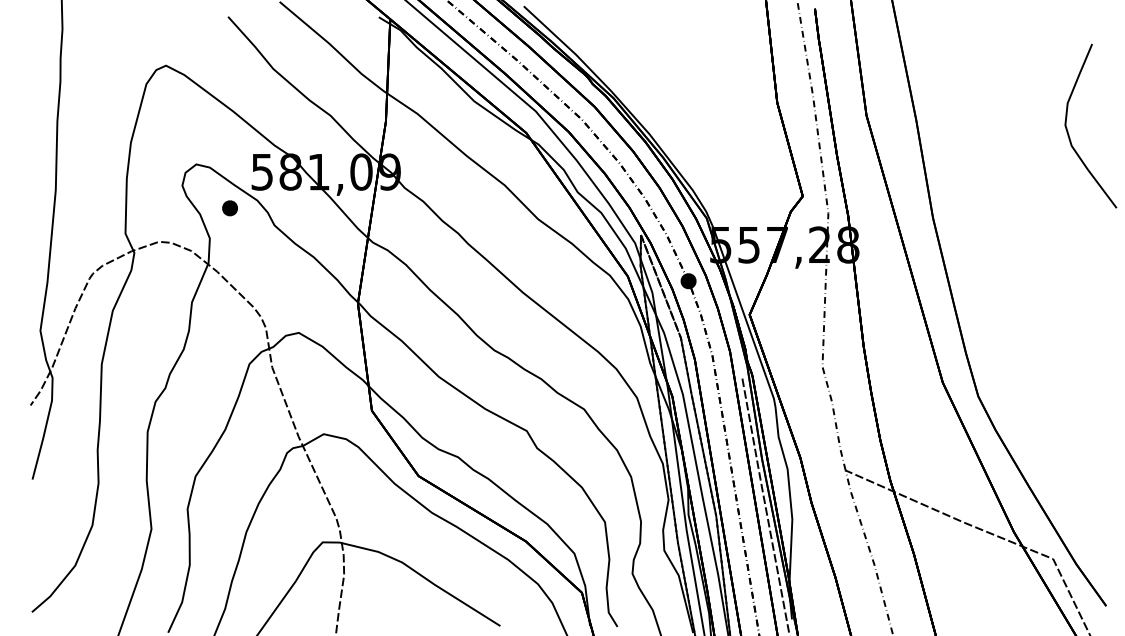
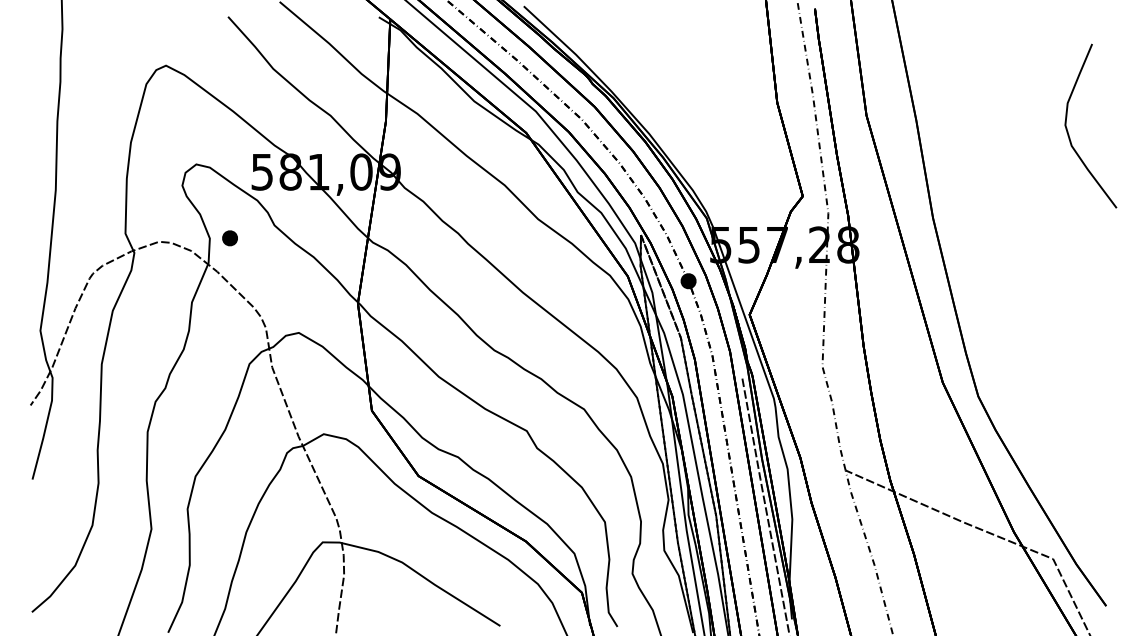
part at (229, 208) position: (229, 208) -> (229, 238)
